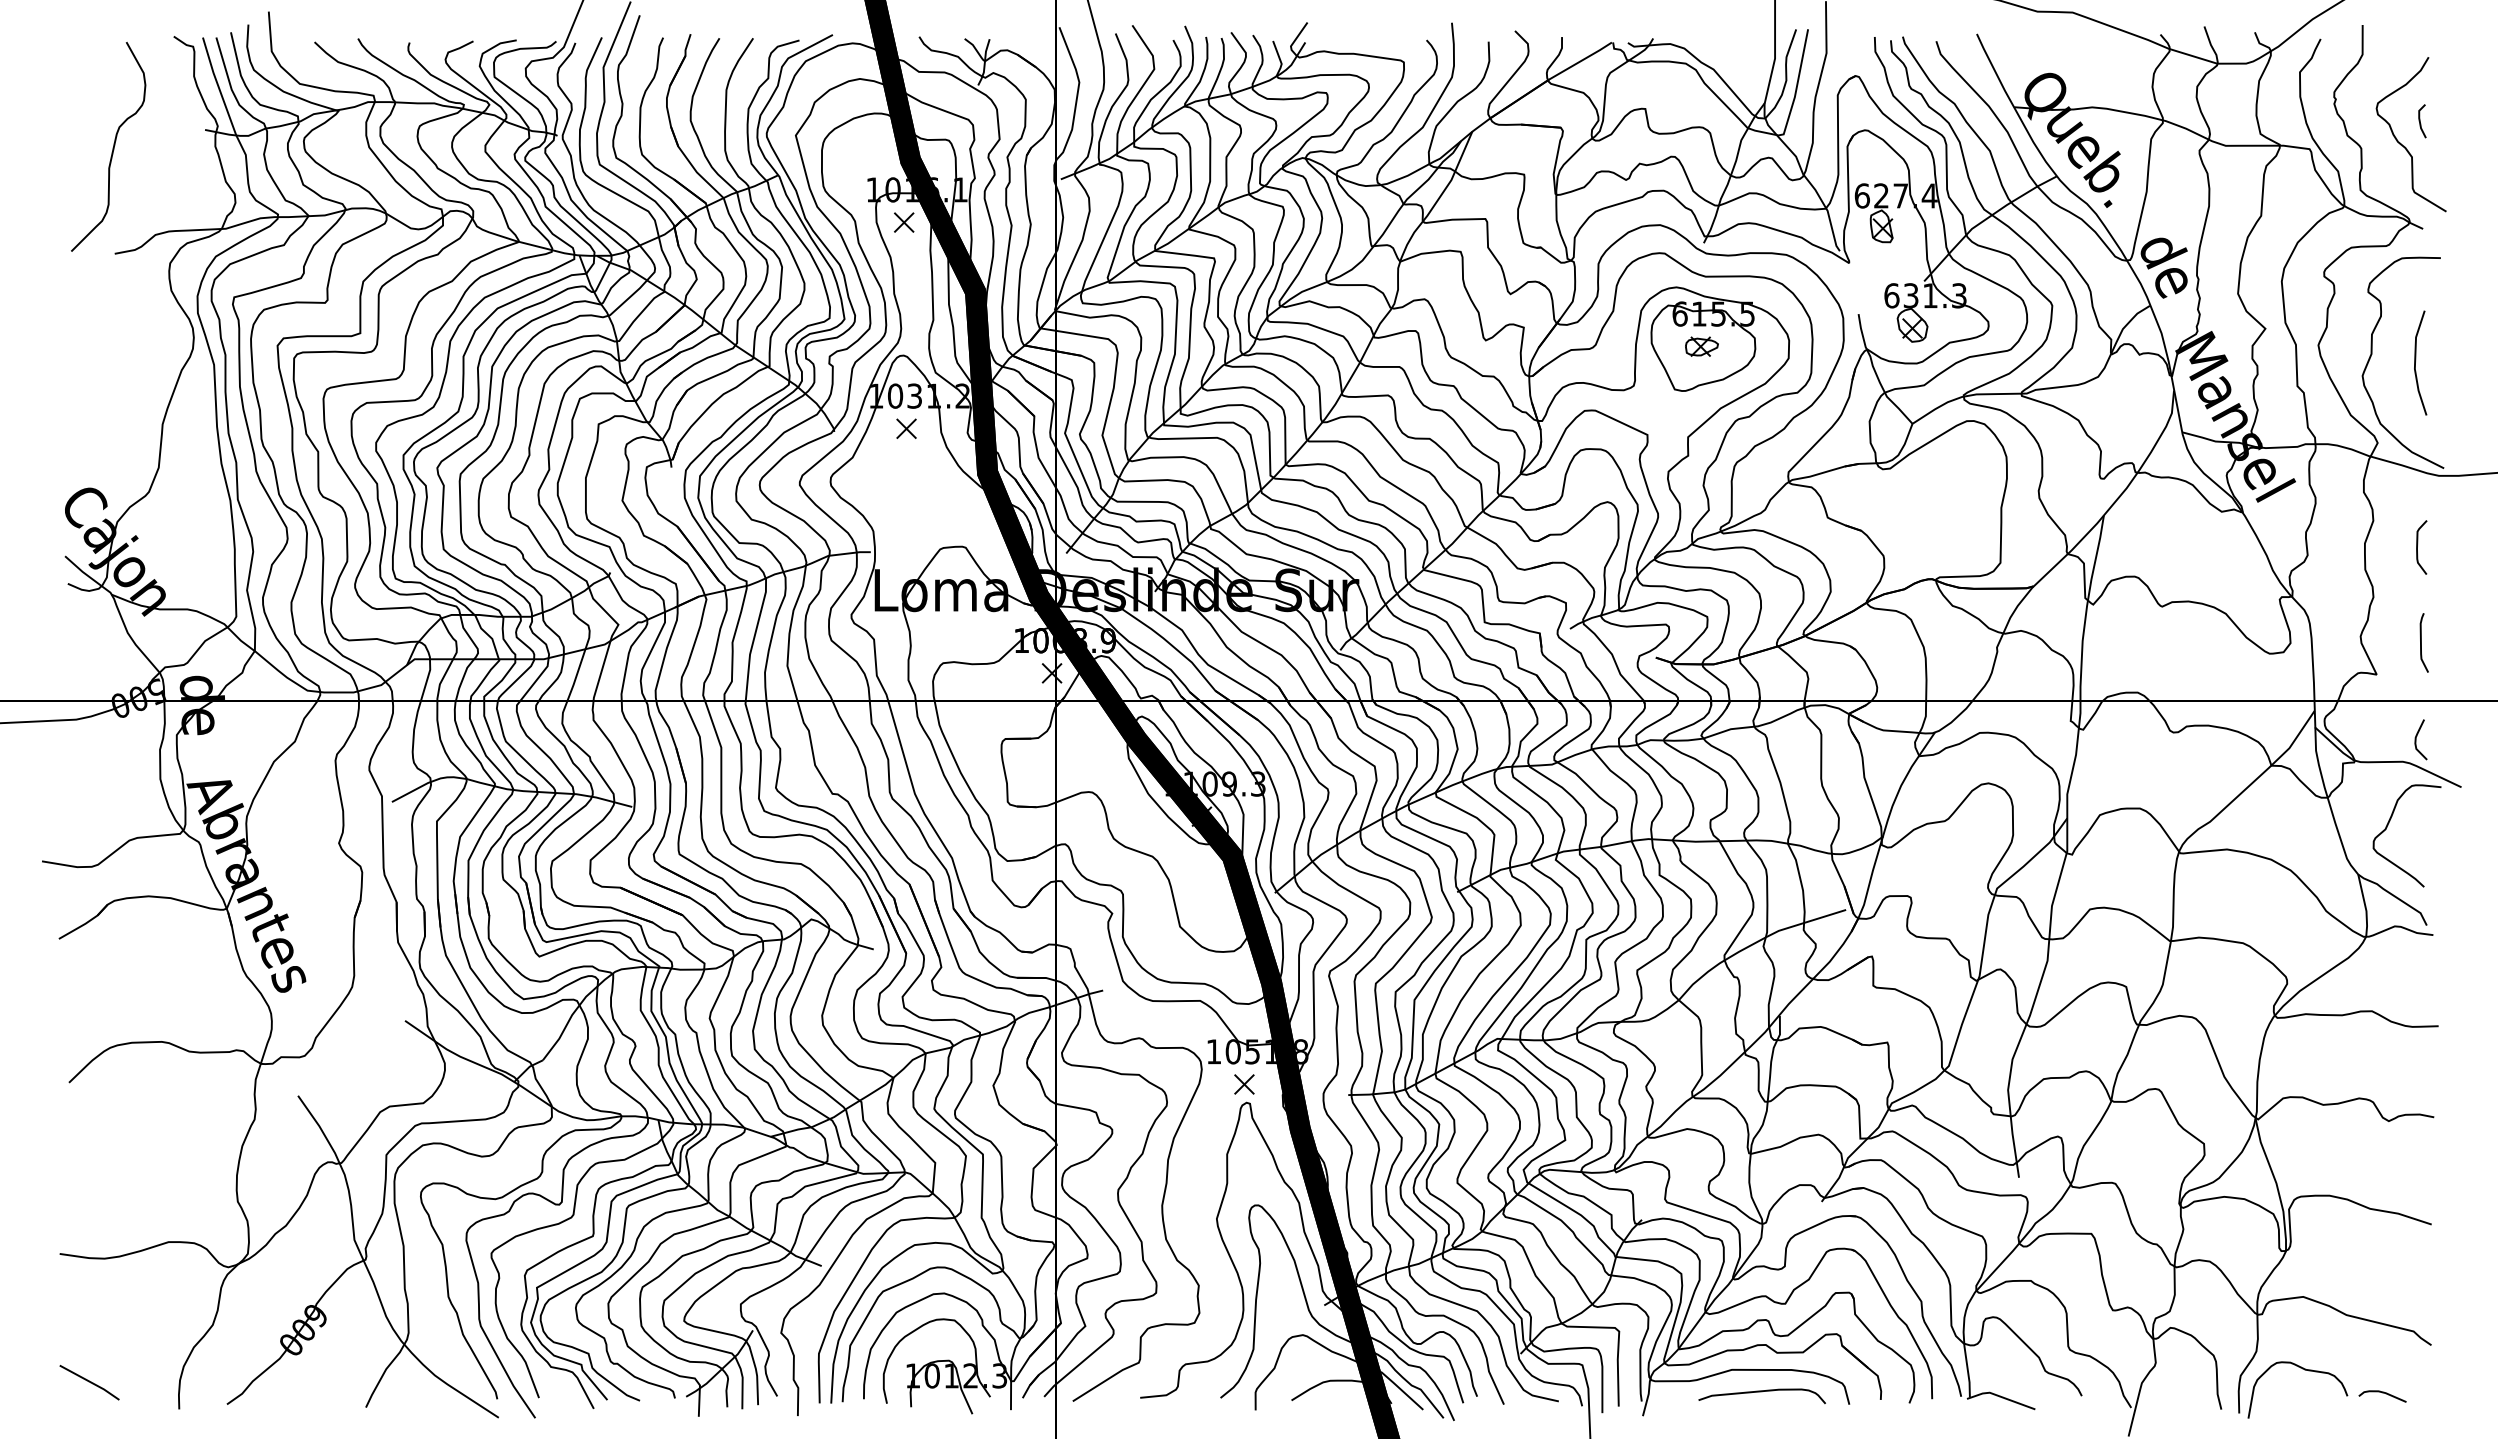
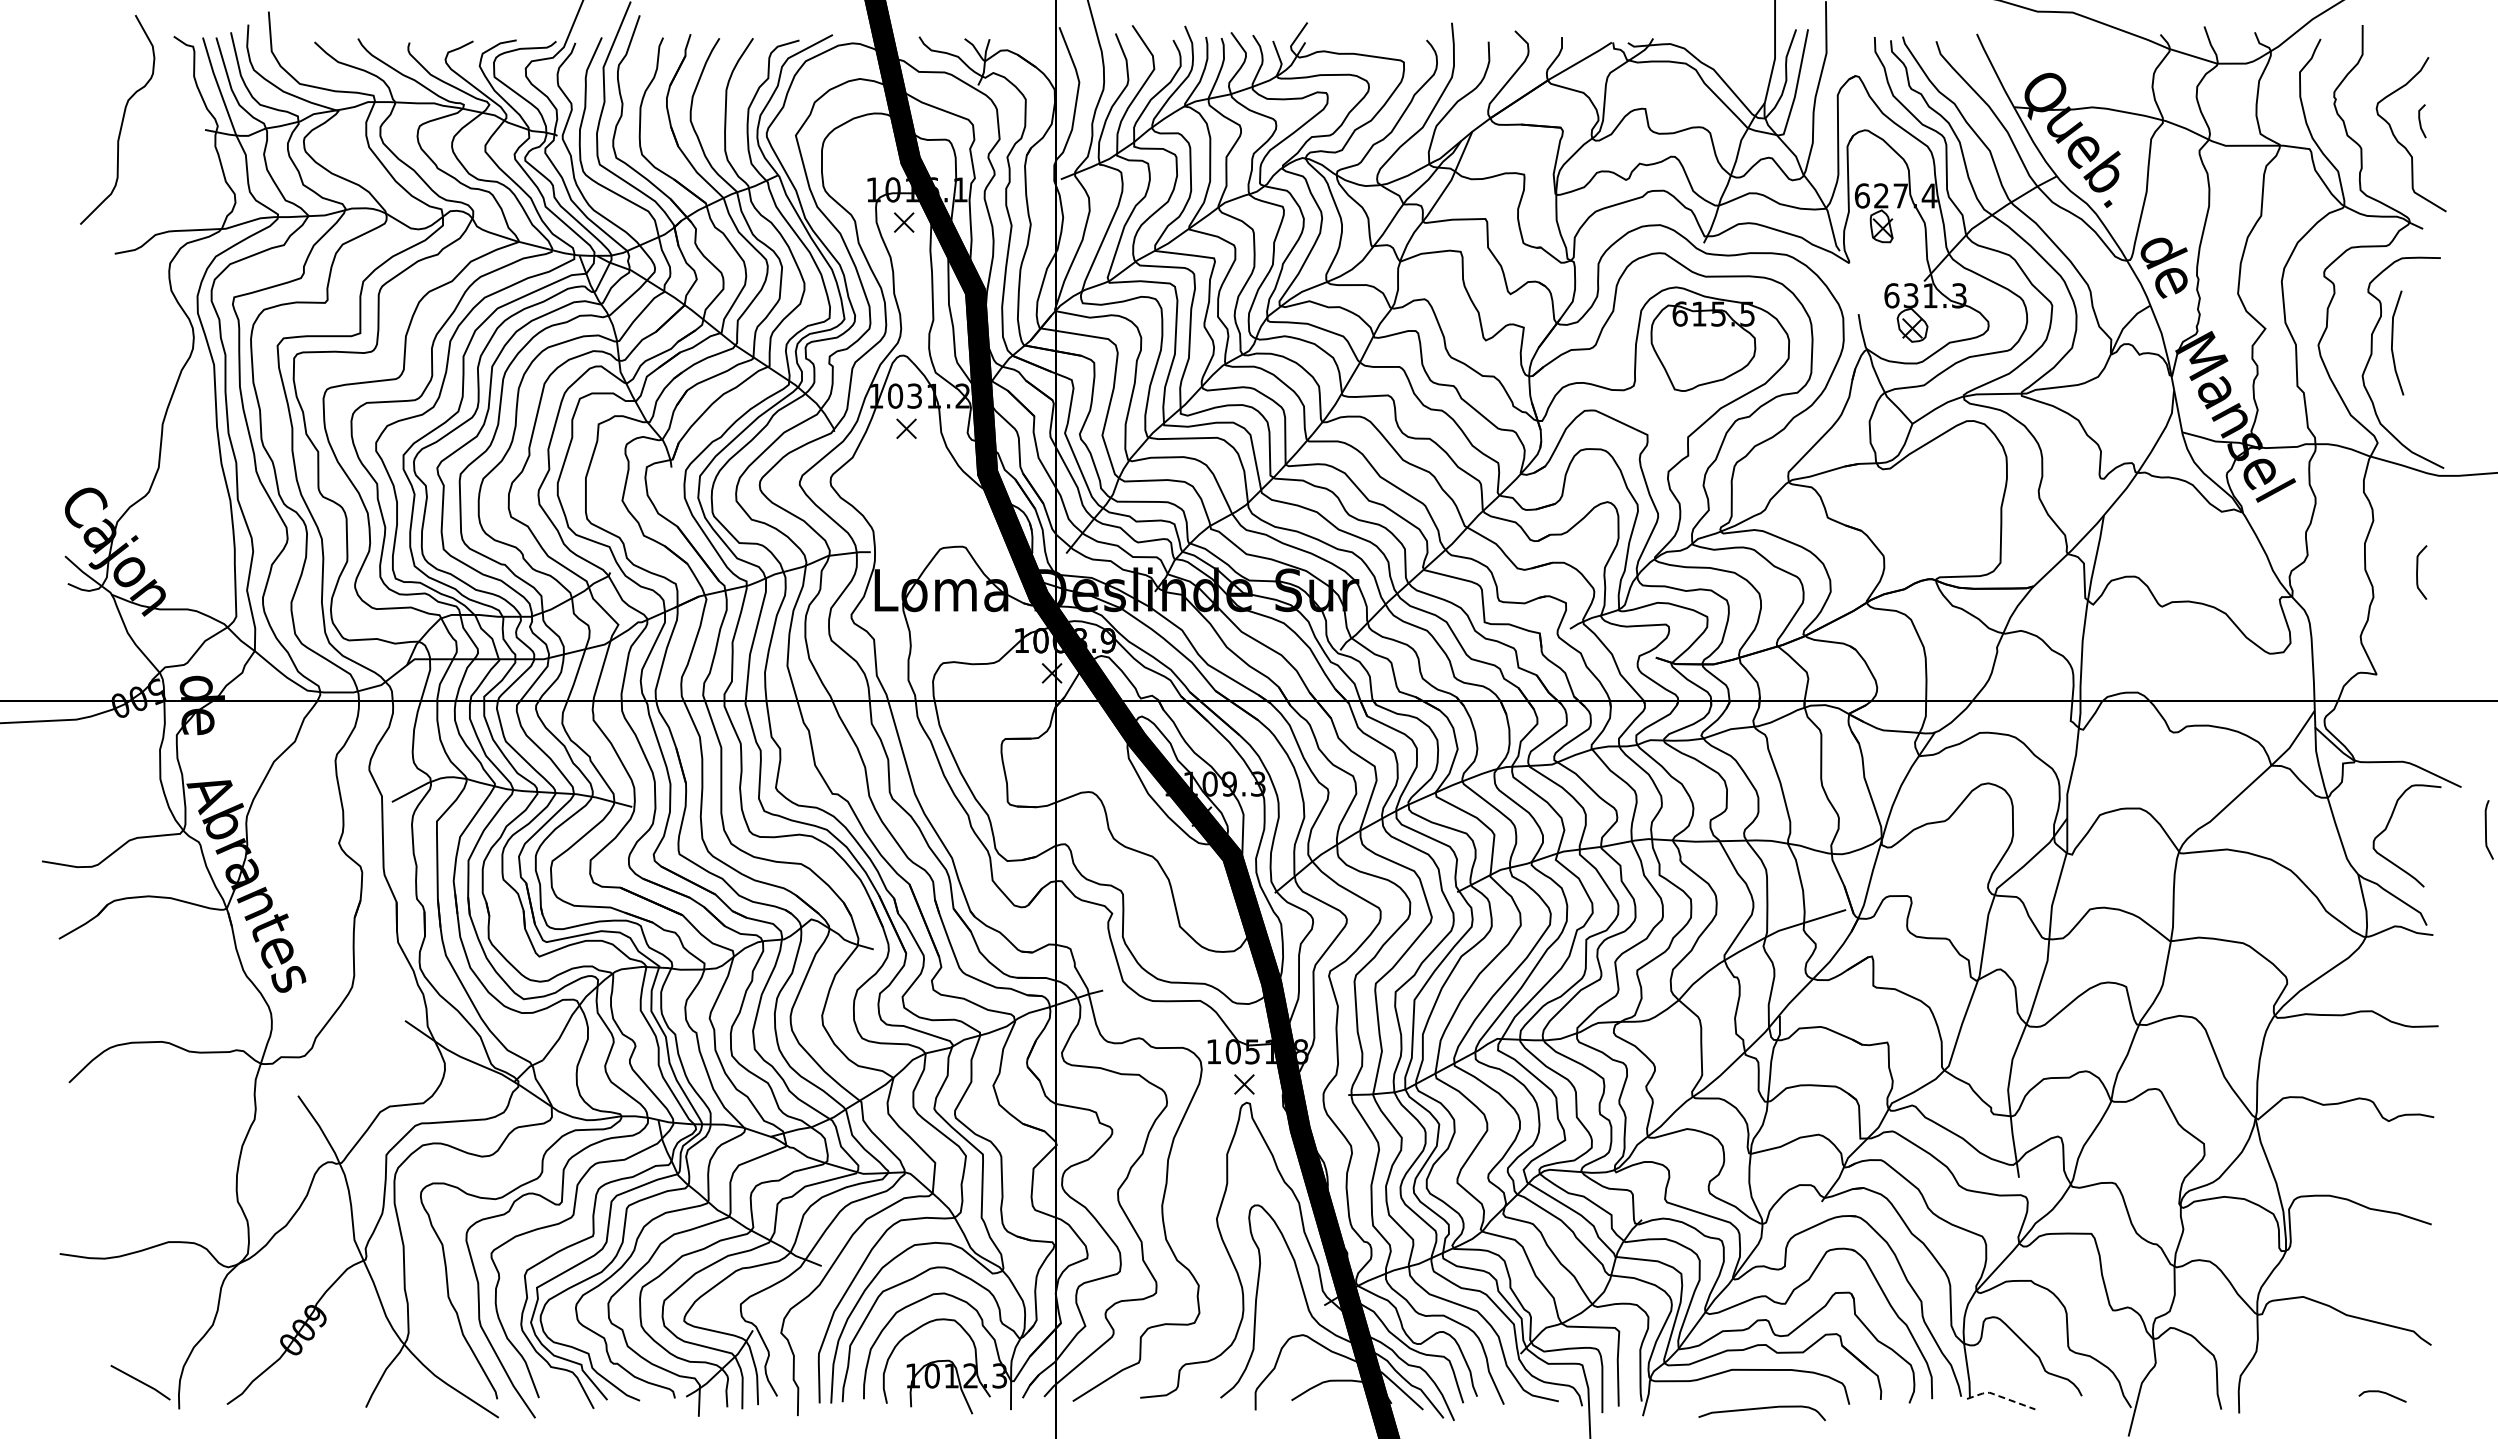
curve at (112, 147) position: (112, 147) -> (121, 120)
part at (1701, 346): present -> none
line at (2416, 360) position: (2416, 360) -> (2393, 340)
curve at (2417, 547) position: (2417, 547) -> (2417, 572)
curve at (2421, 642) position: (2421, 642) -> (2486, 829)
curve at (2416, 739): present -> none
curve at (2304, 1370): present -> none
line at (89, 1382) position: (89, 1382) -> (140, 1382)
curve at (1761, 1392) position: (1761, 1392) -> (1761, 1409)
line at (2000, 1396): solid -> dashed
